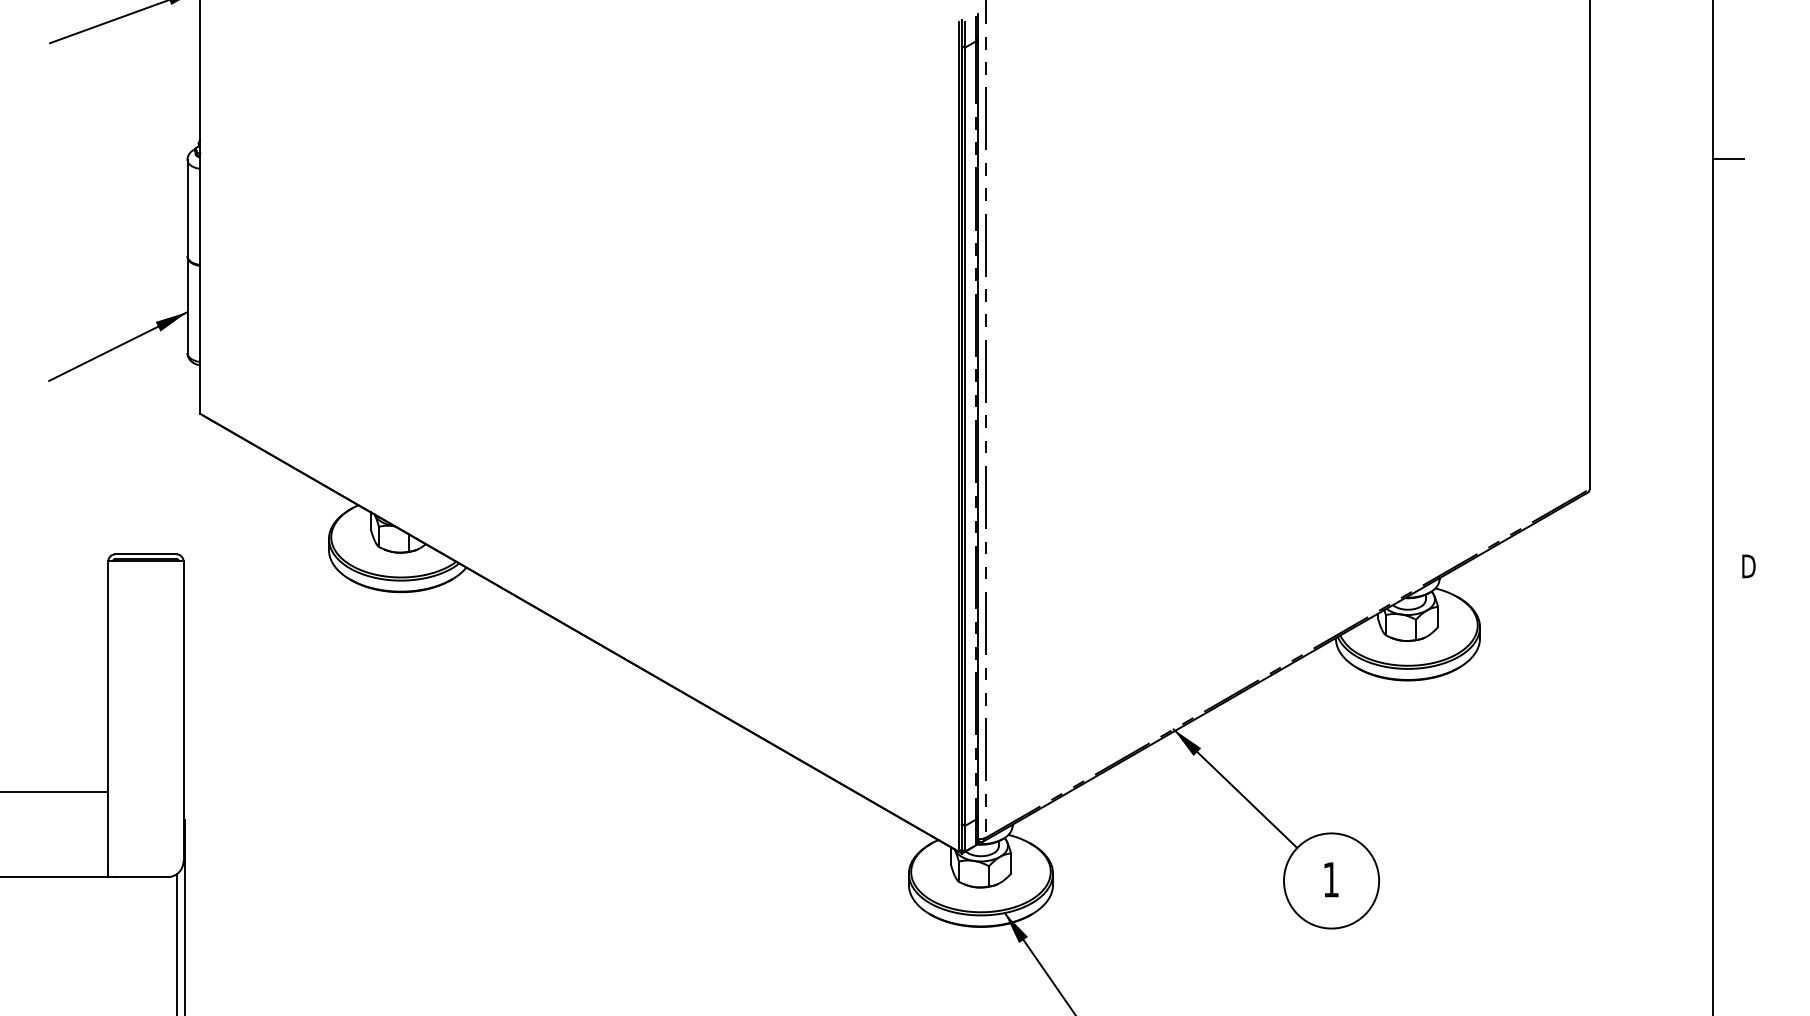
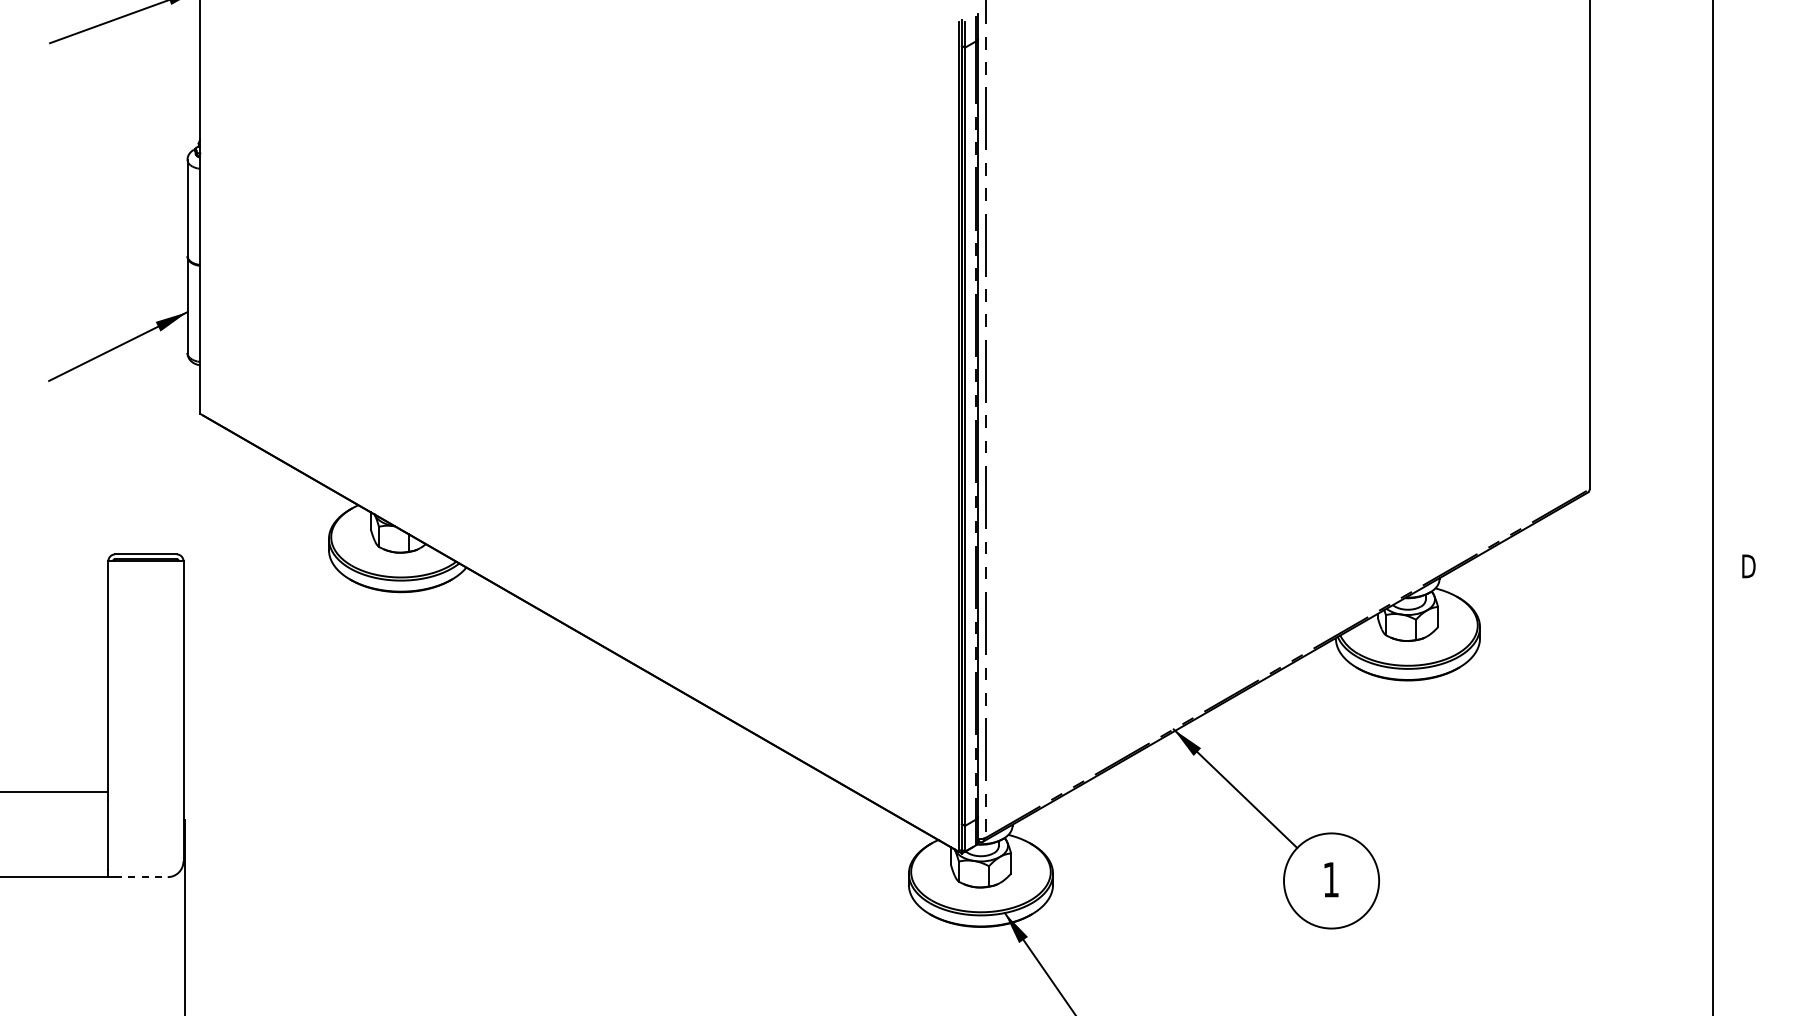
line at (1728, 159): present -> none
line at (141, 877): solid -> dashed
line at (177, 943): present -> none
